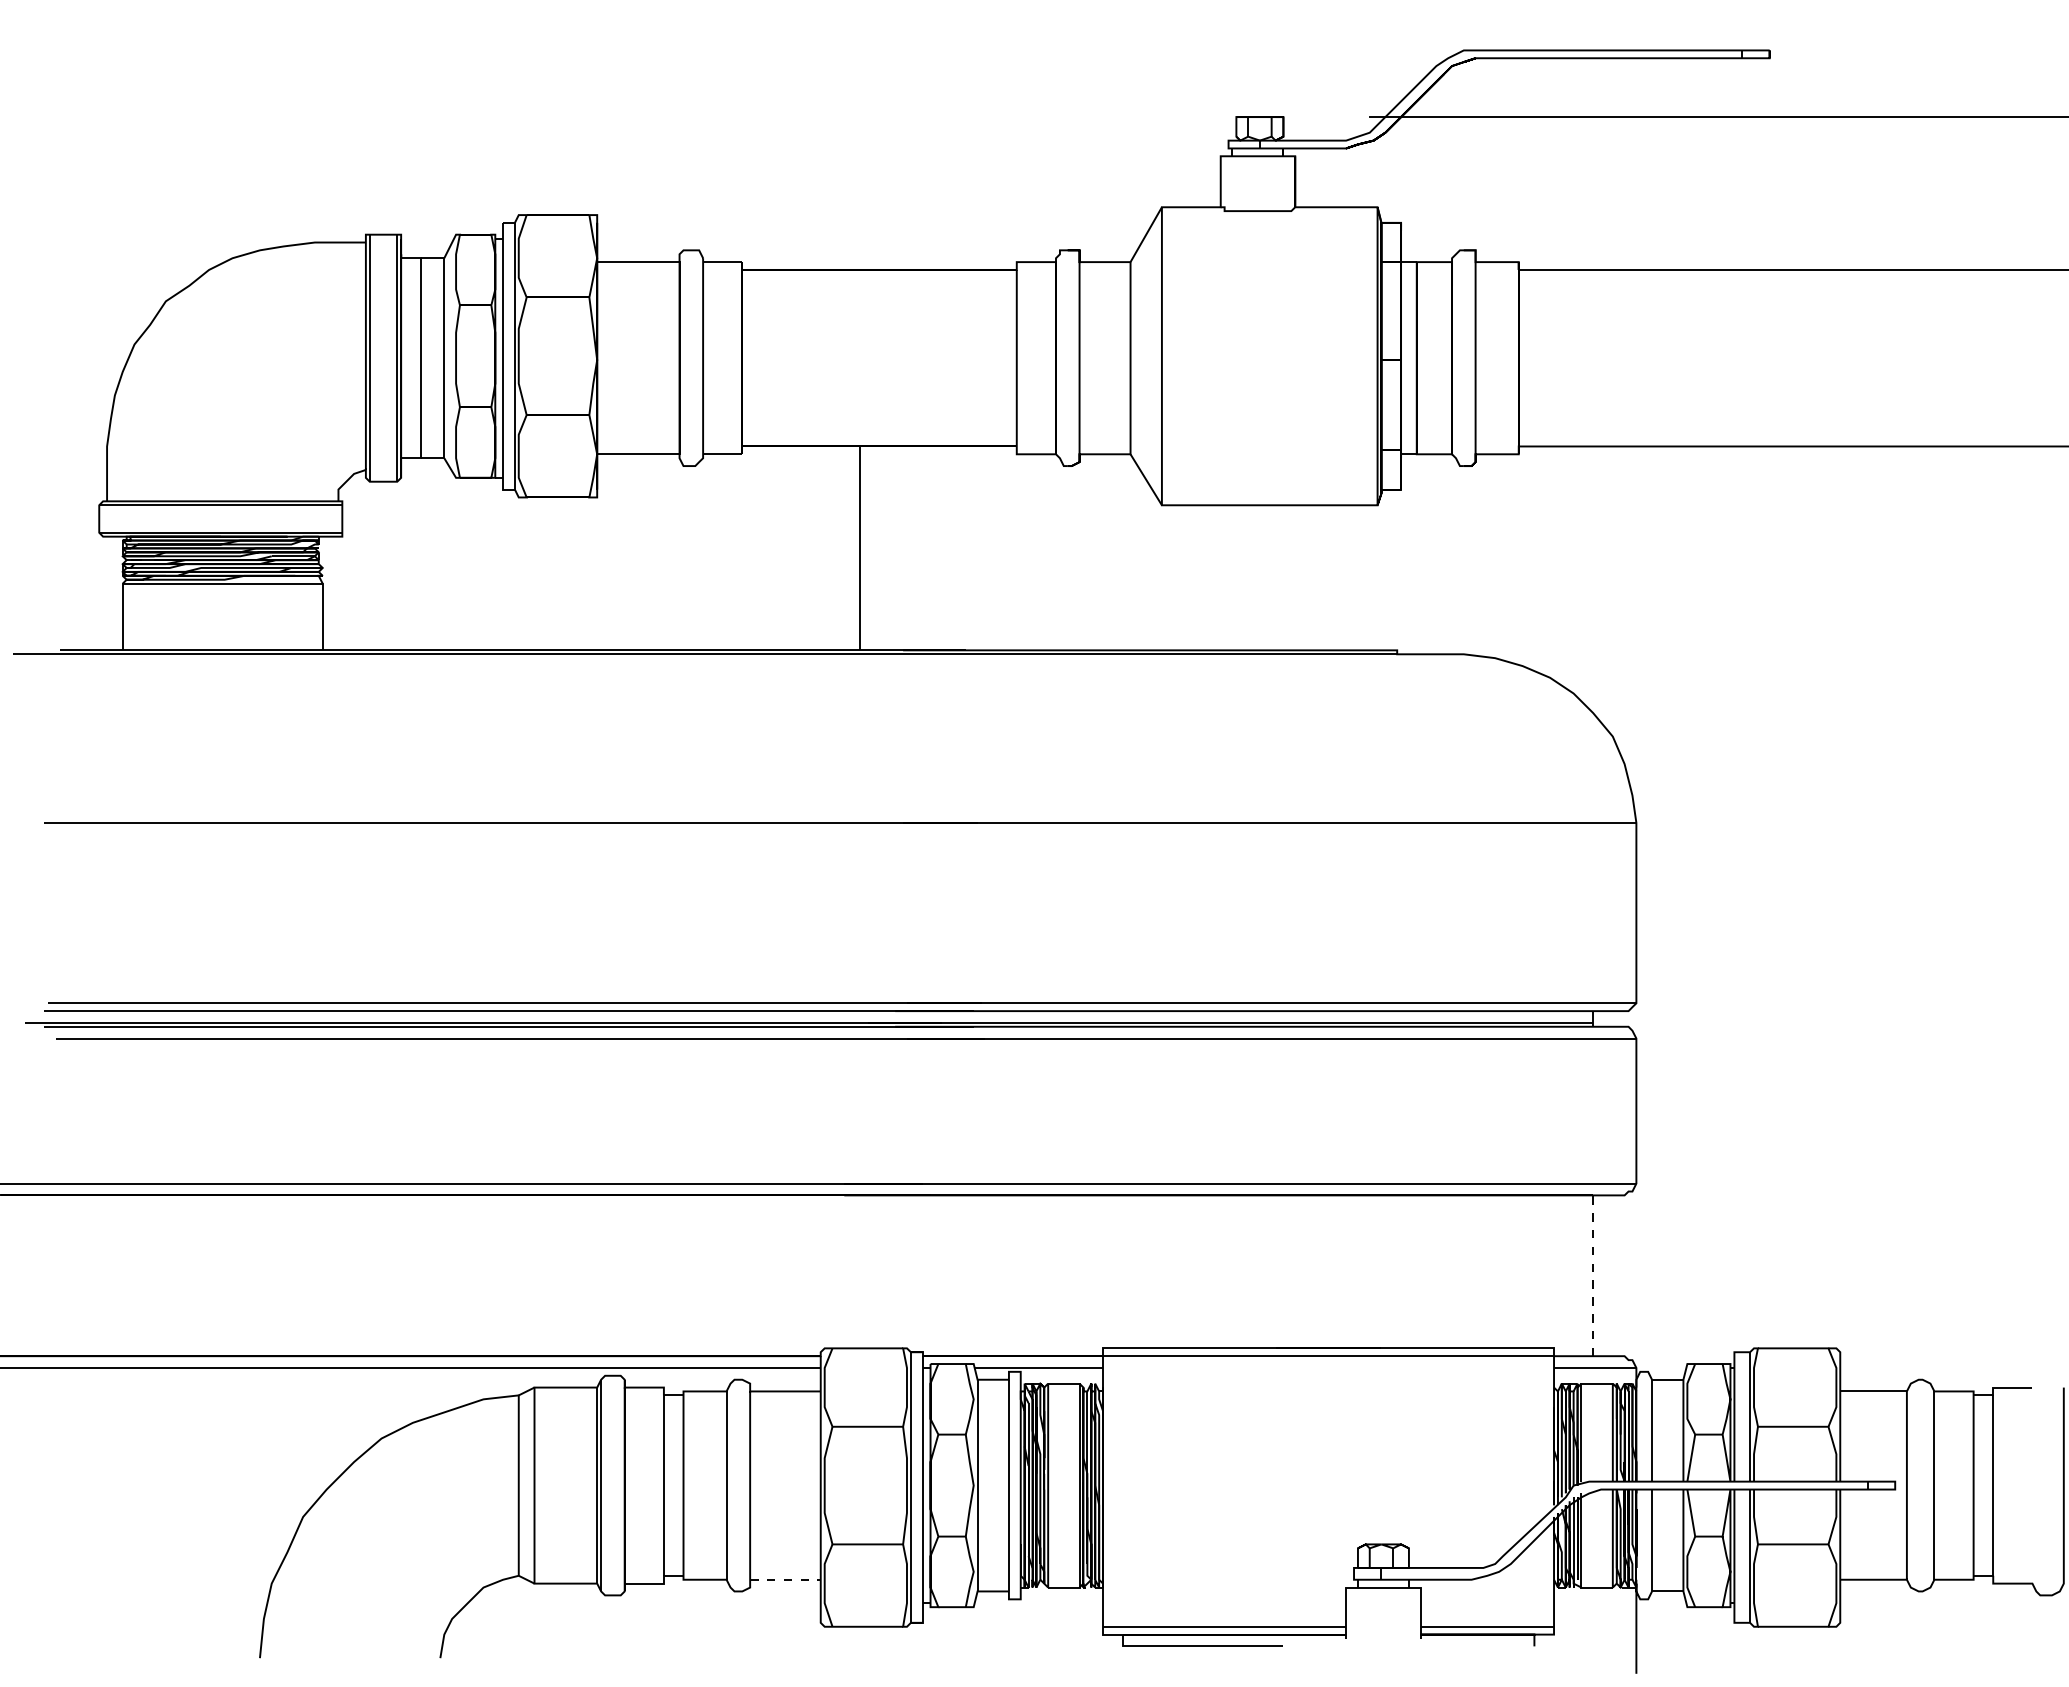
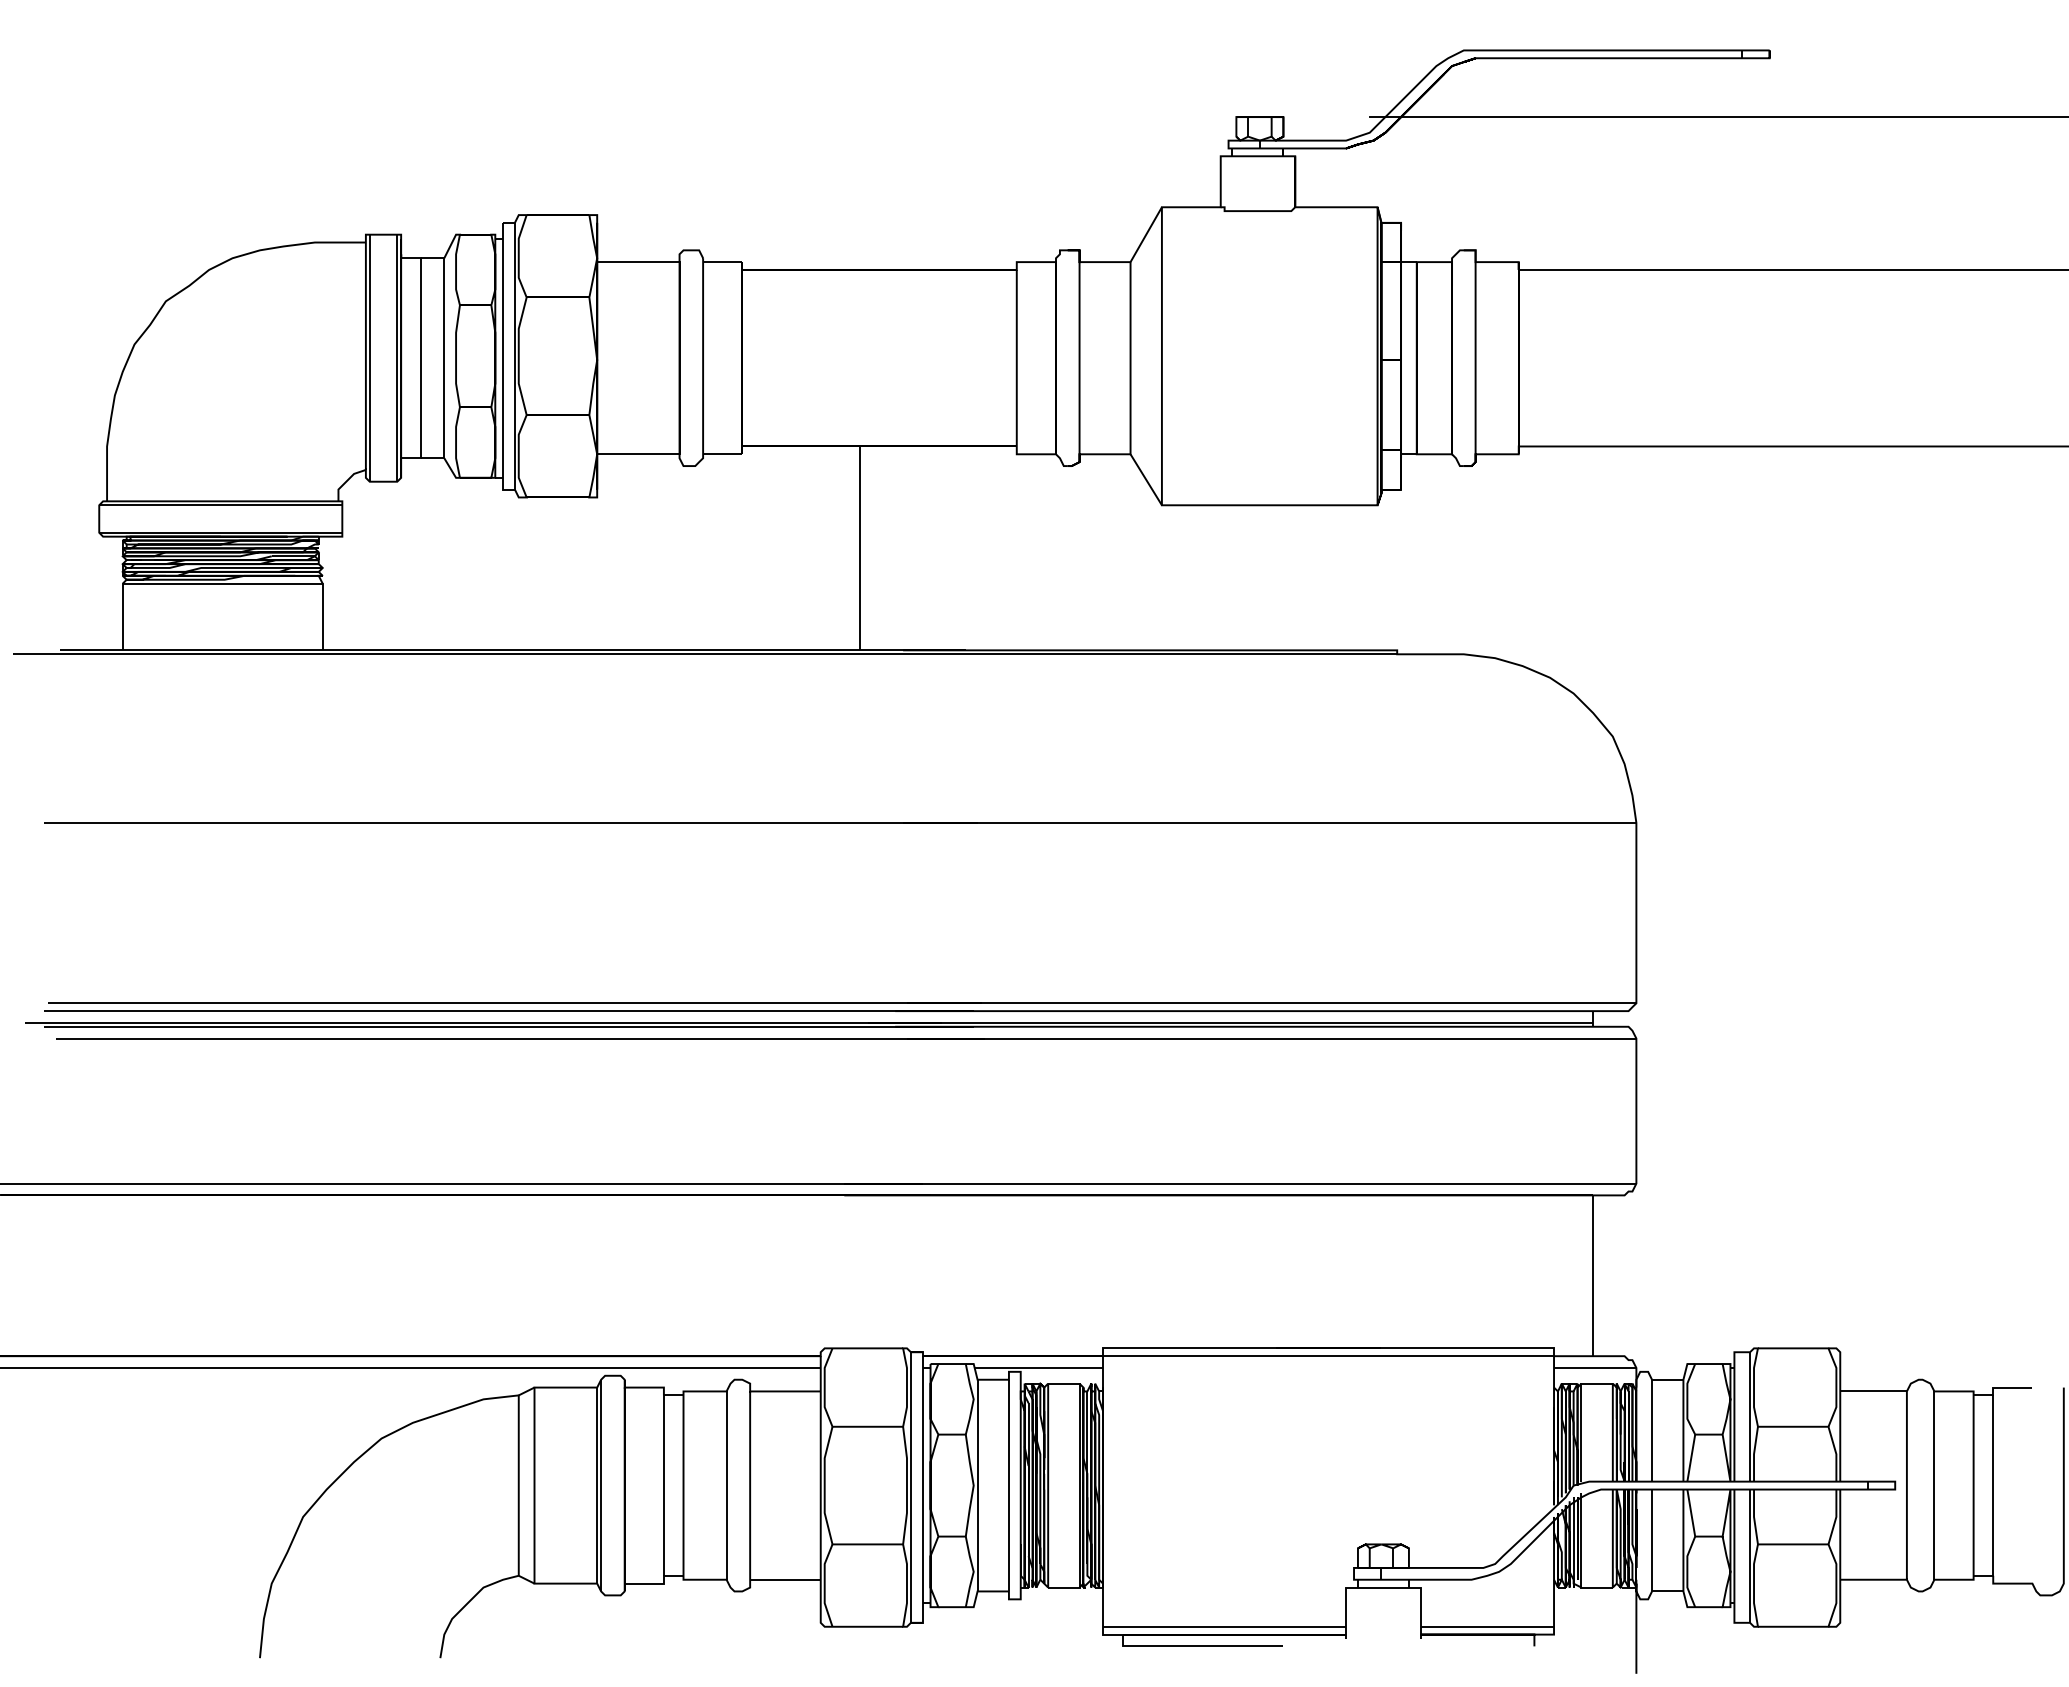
line at (1593, 1275): dashed -> solid
line at (785, 1579): dashed -> solid
